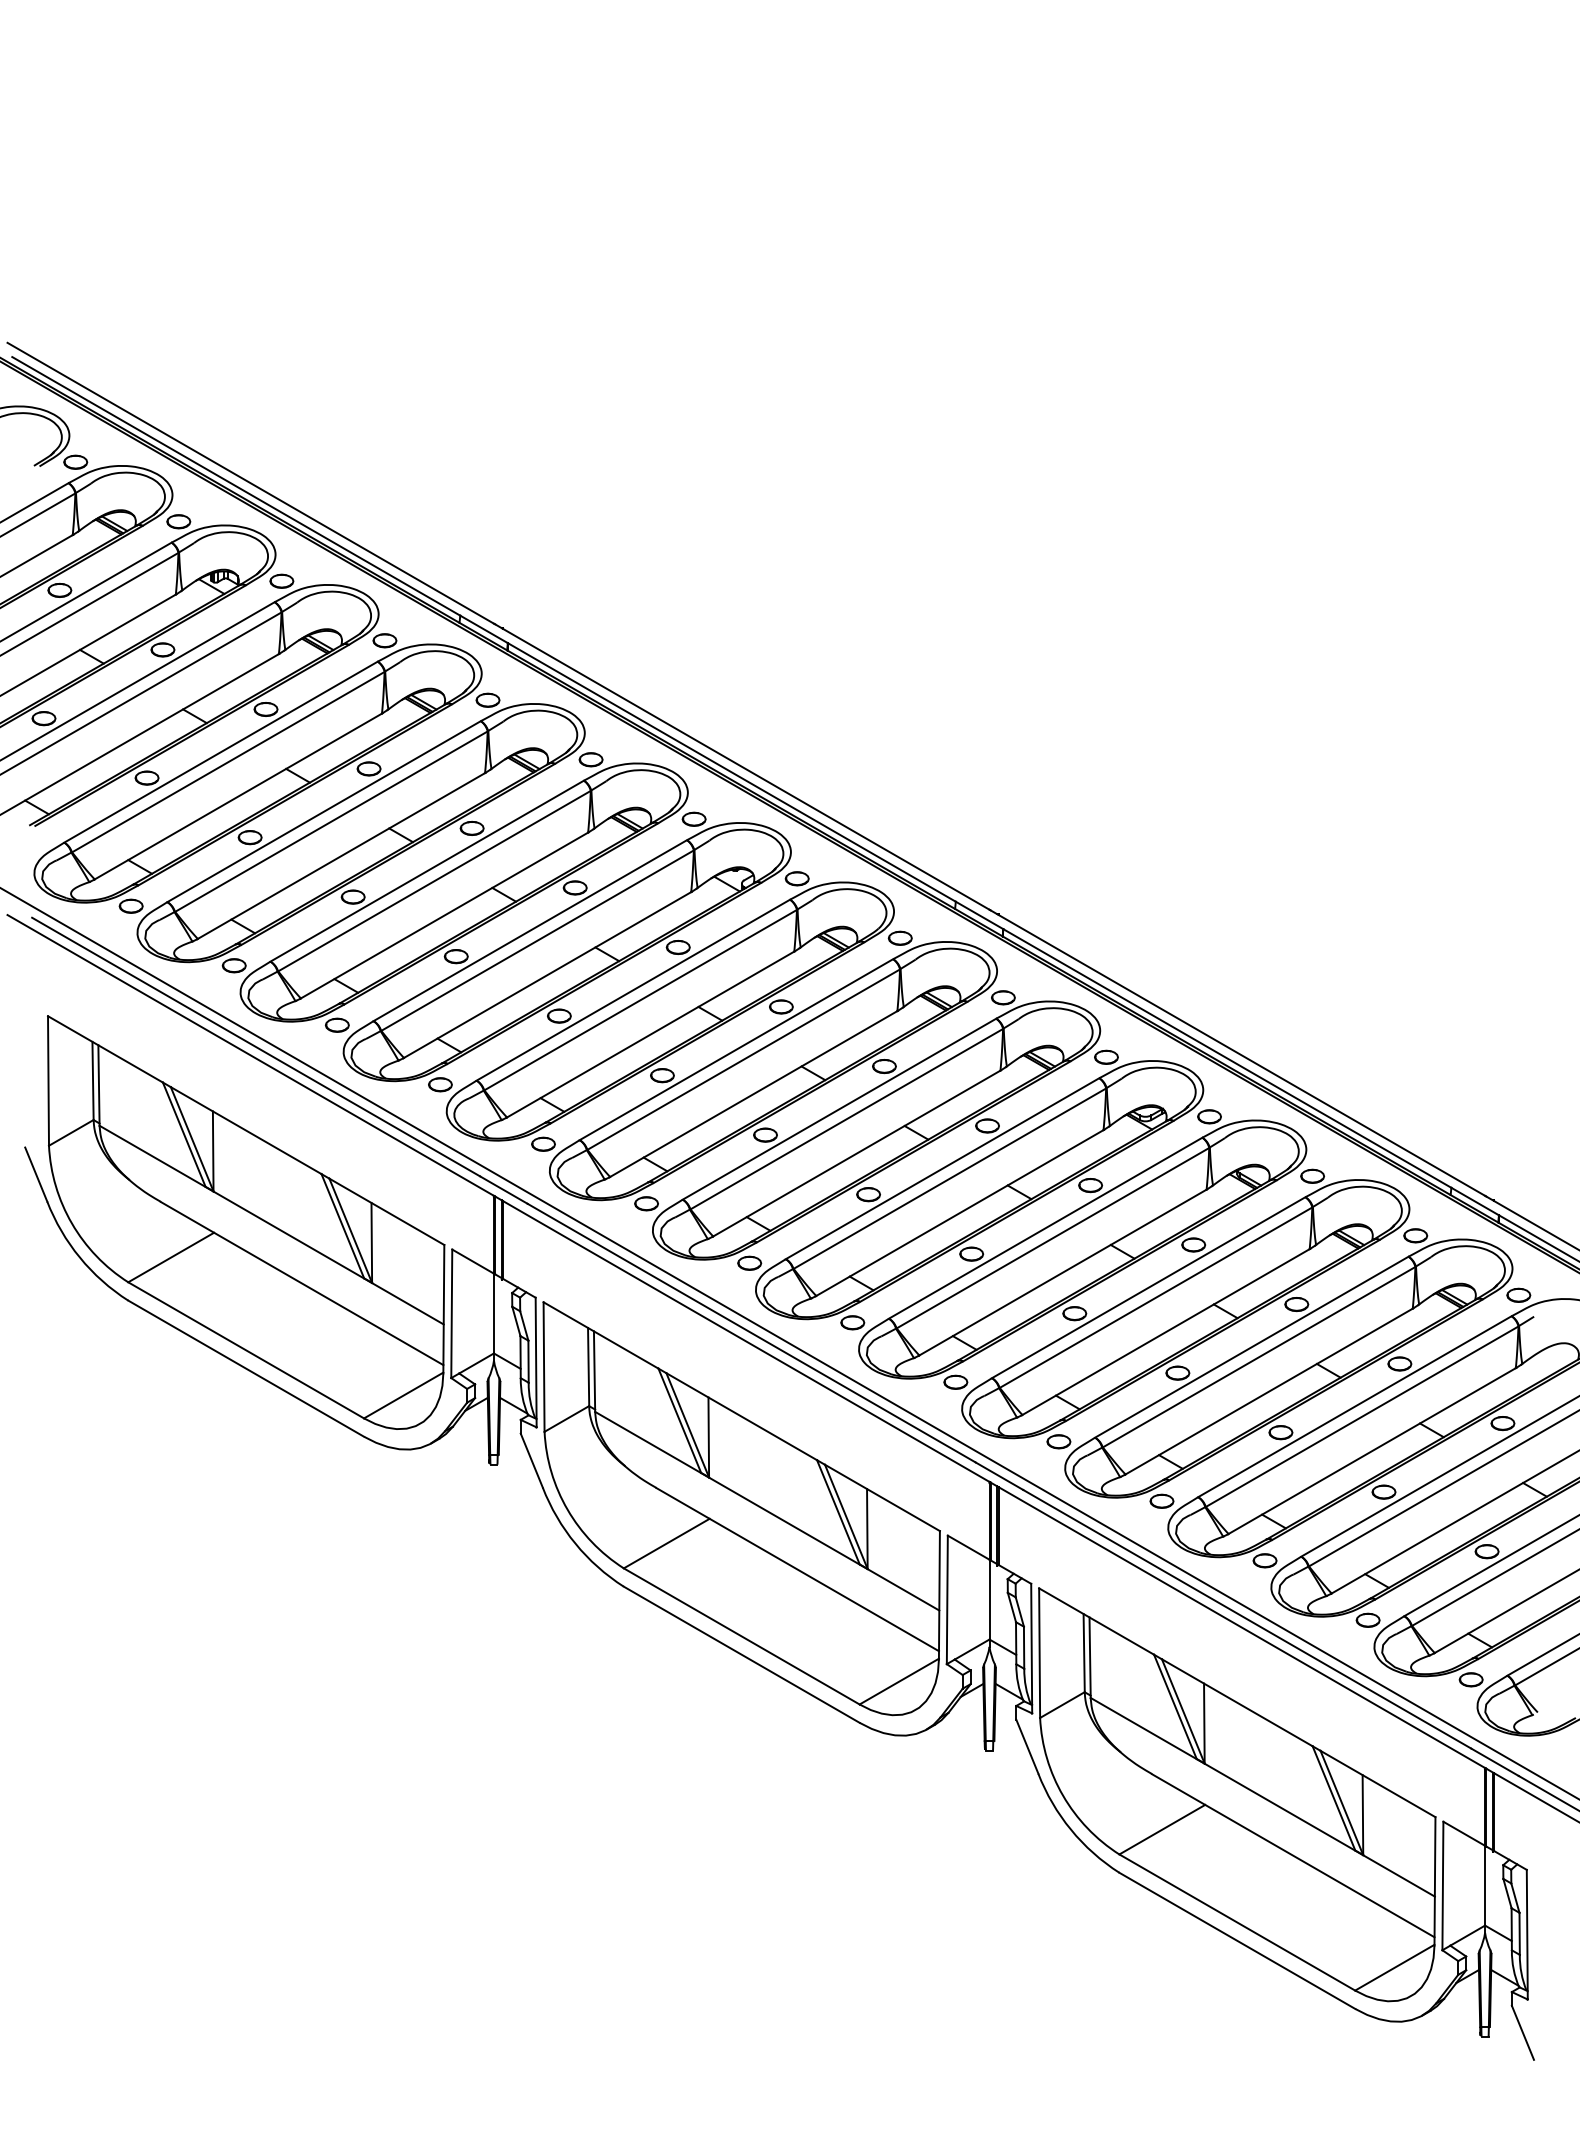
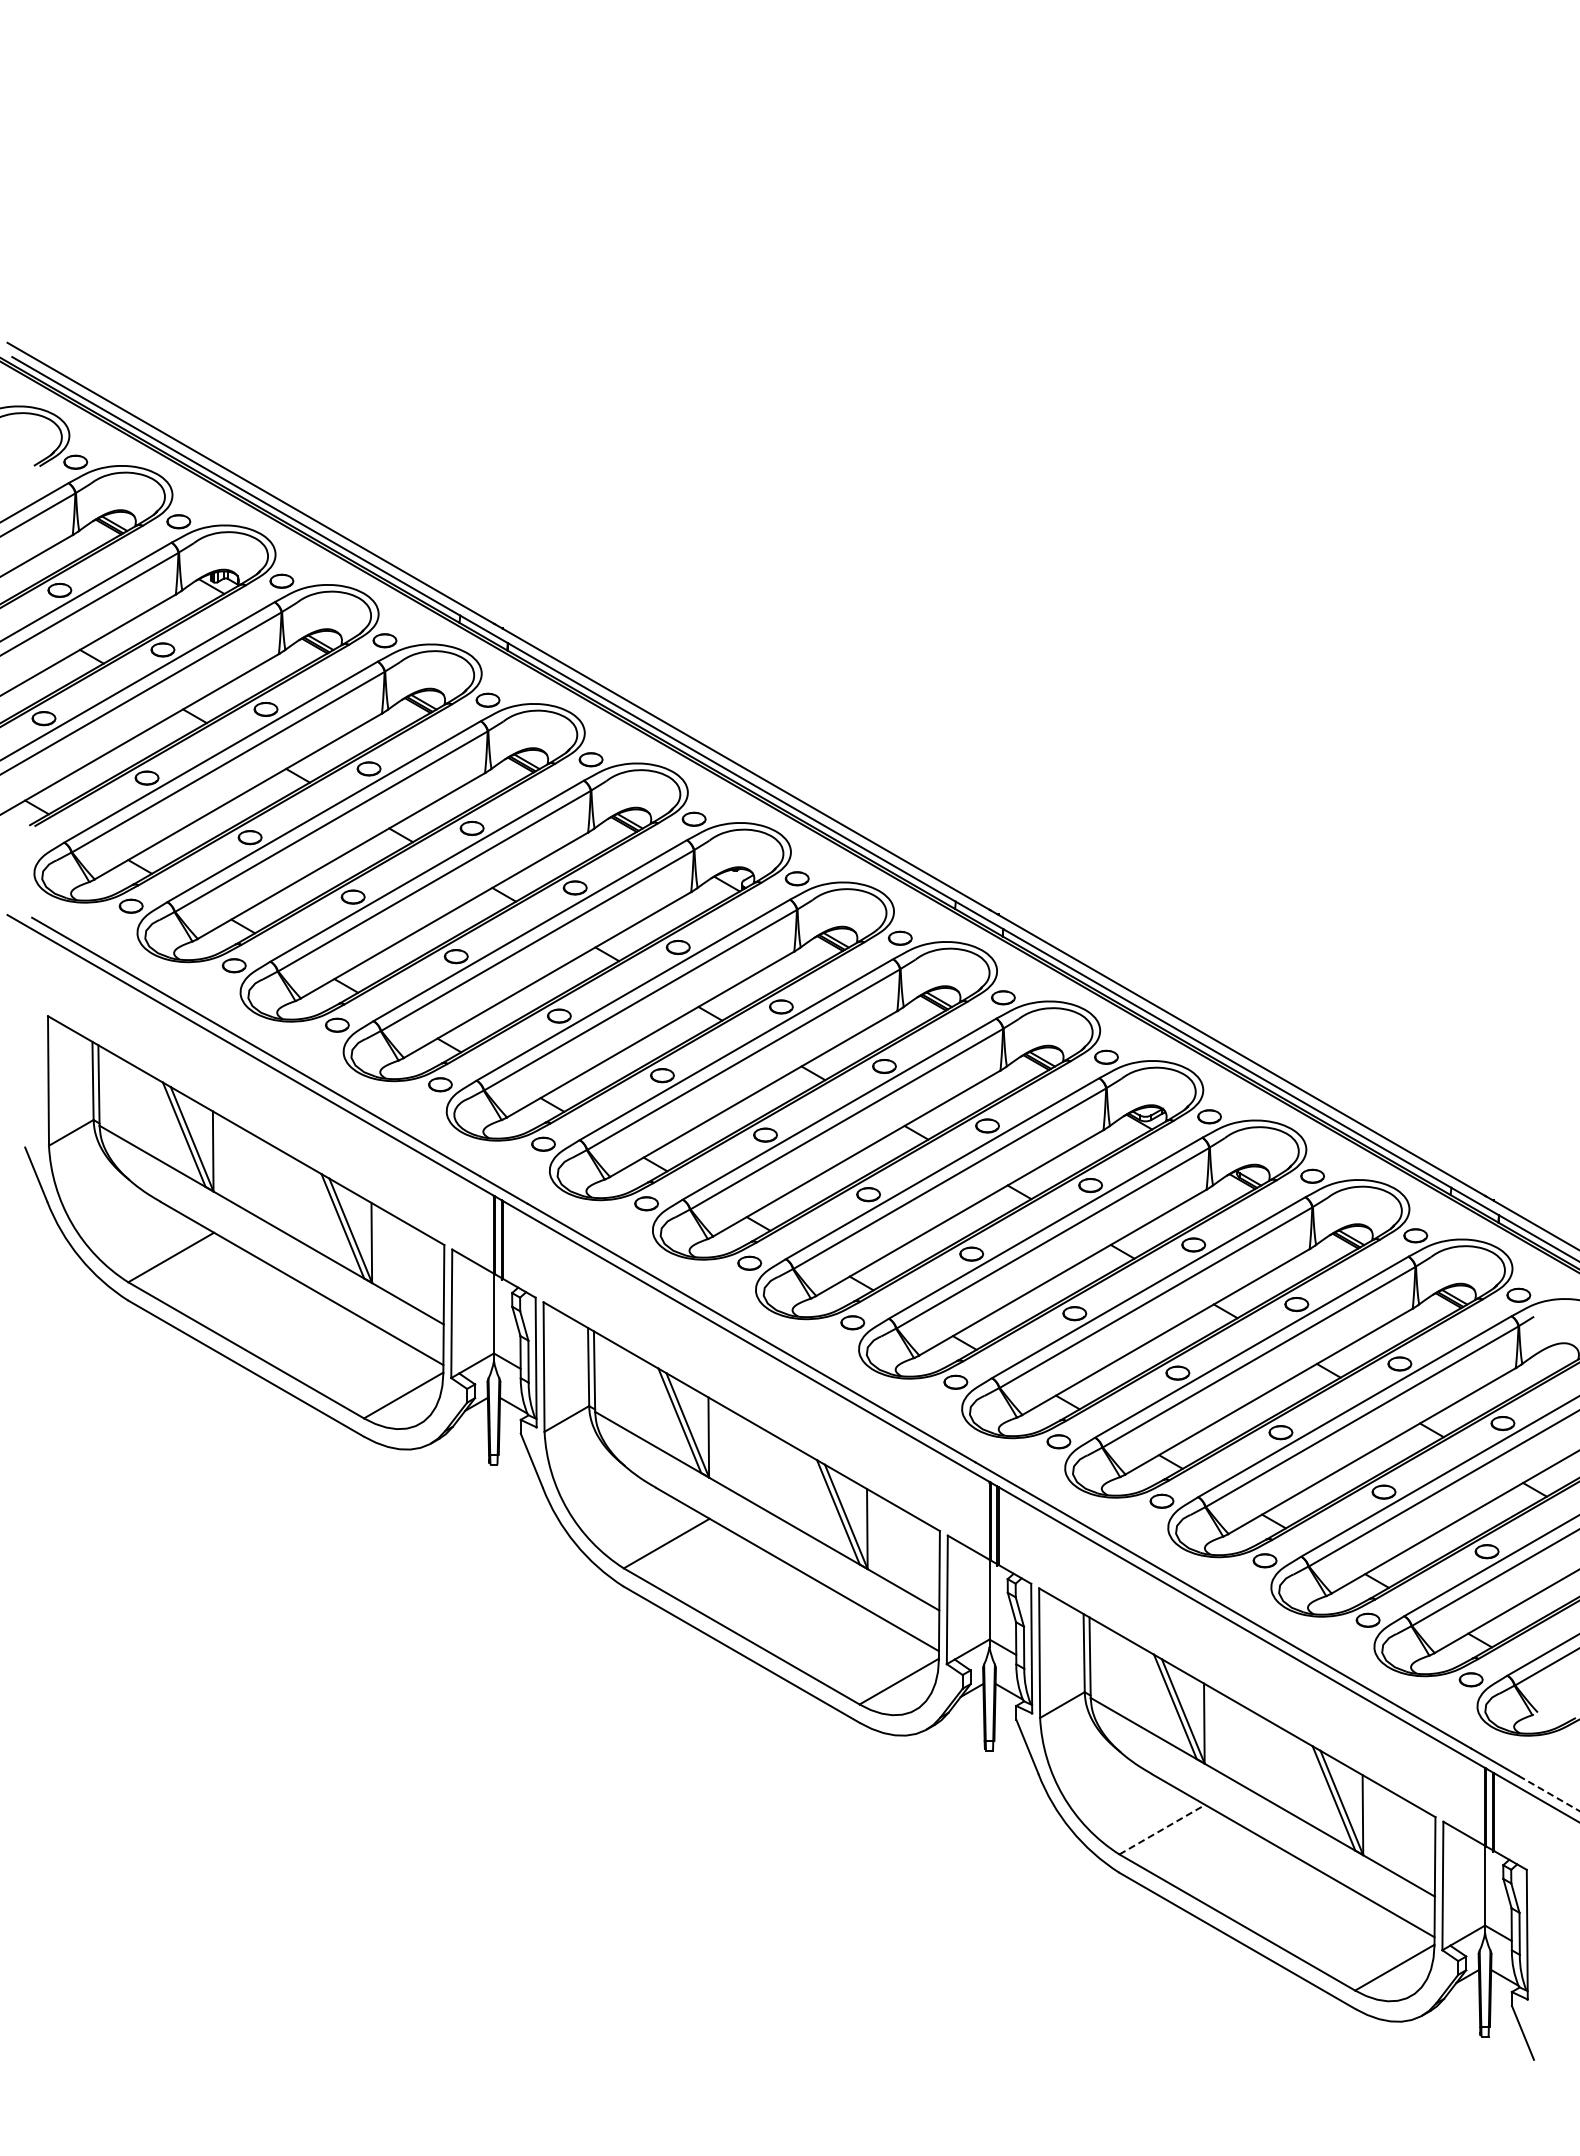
line at (789, 1342): present -> none
line at (1549, 1793): solid -> dashed
line at (1162, 1829): solid -> dashed
